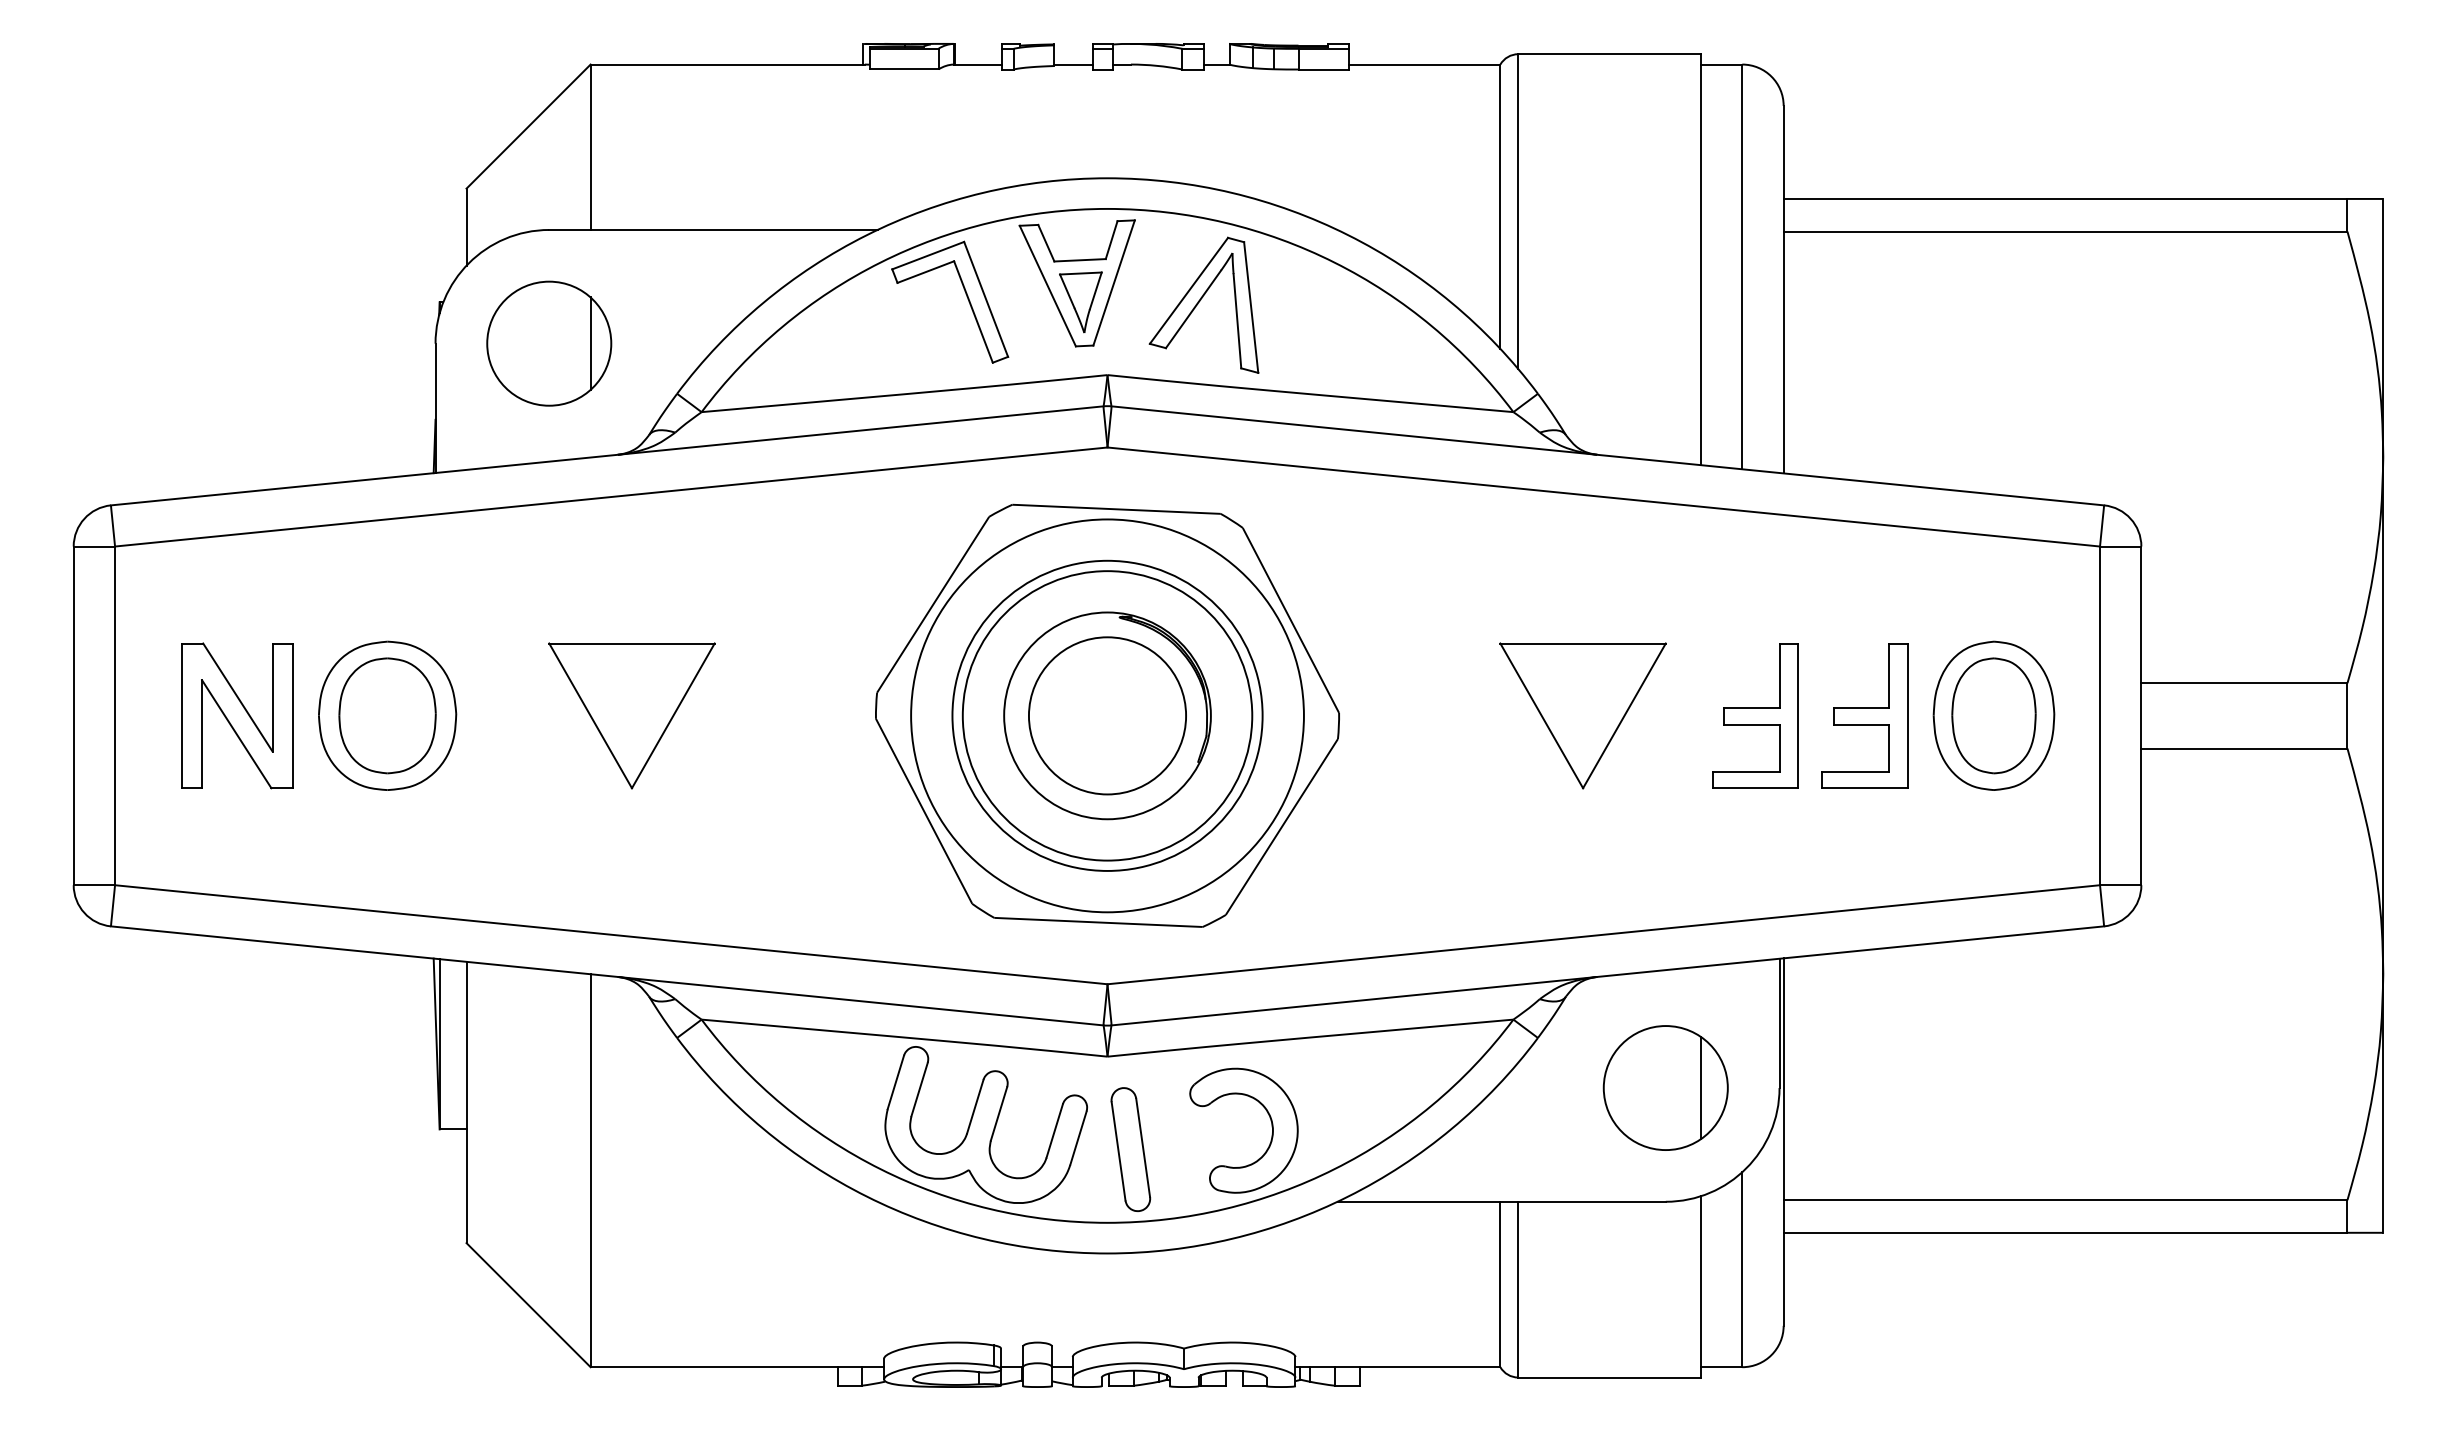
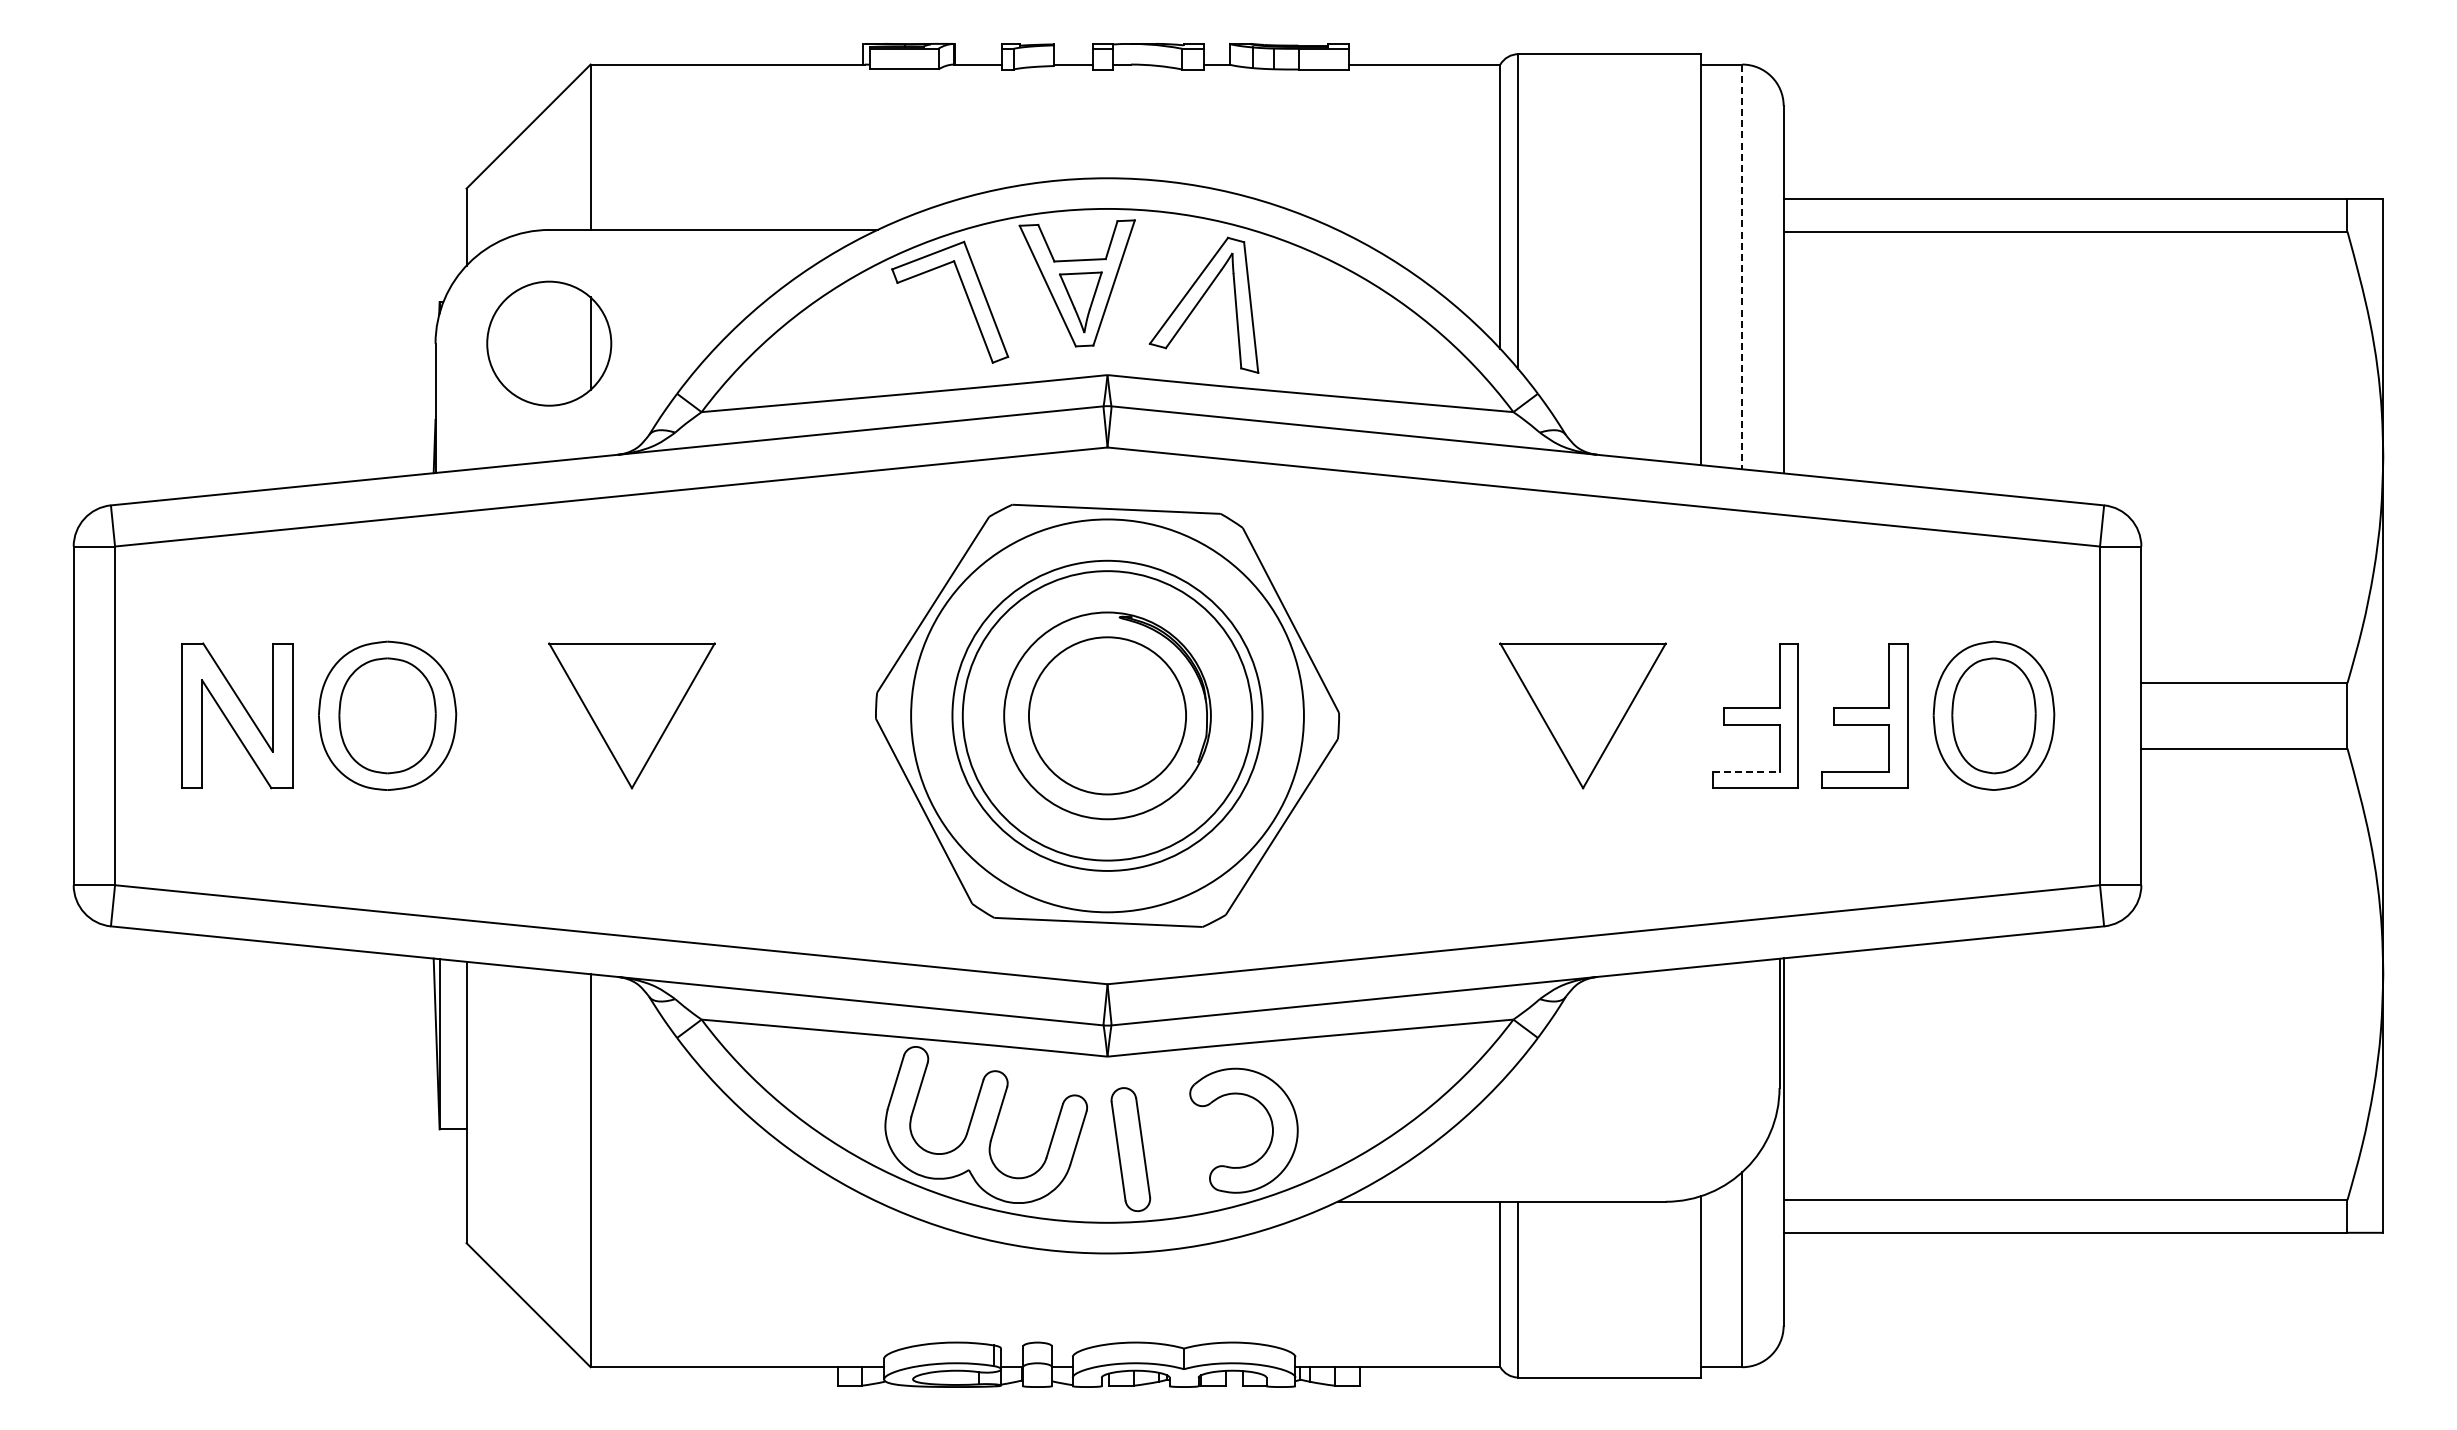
line at (1742, 267): solid -> dashed
line at (1746, 771): solid -> dashed
part at (1665, 1087): present -> none
